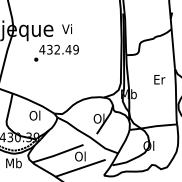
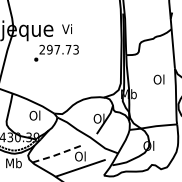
text at (58, 49): 432.49 -> 297.73
text at (159, 79): Er -> Ol
line at (57, 154): solid -> dashed
